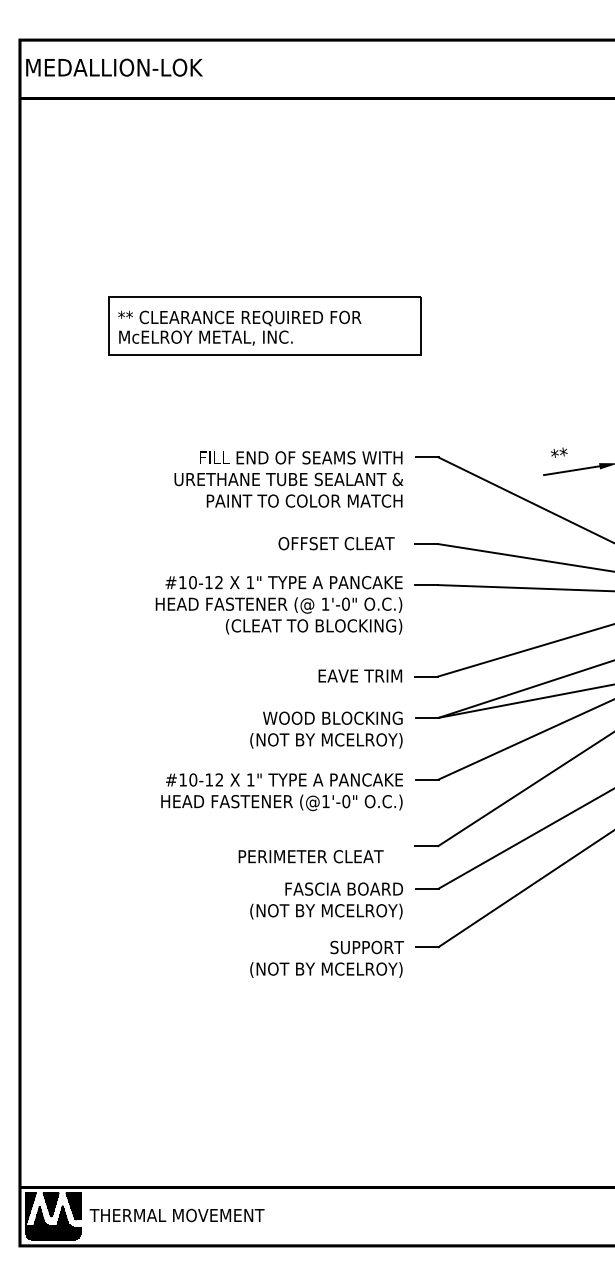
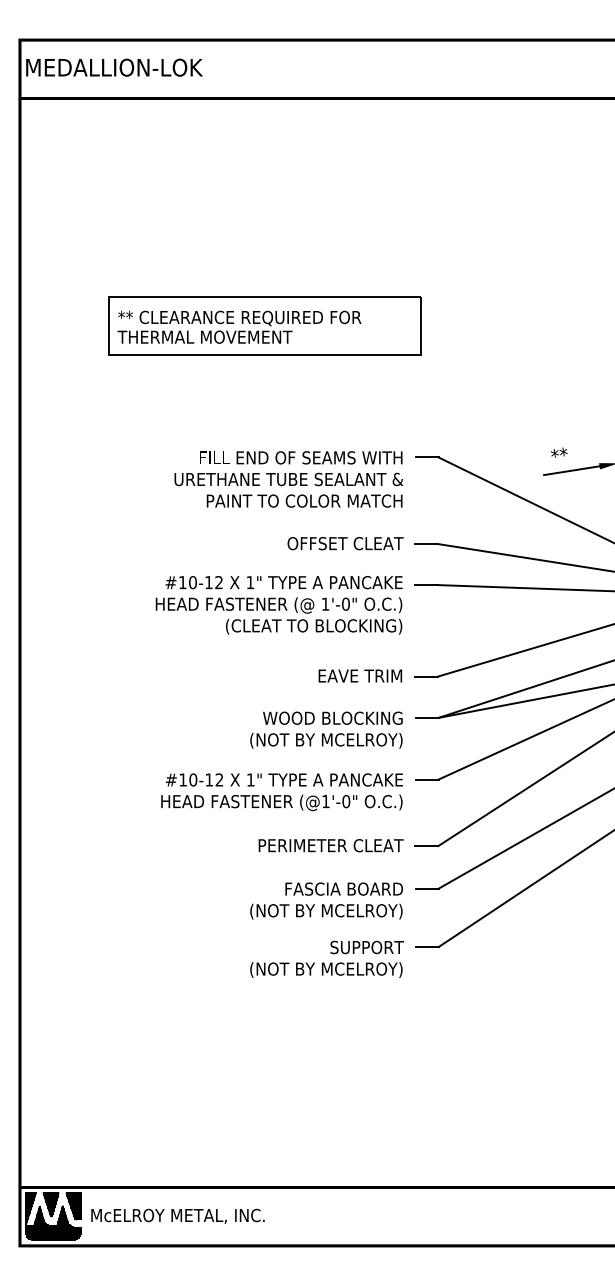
text at (204, 337): McELROY METAL, INC. -> THERMAL MOVEMENT
text at (336, 543) position: (336, 543) -> (345, 543)
text at (310, 856) position: (310, 856) -> (330, 845)
text at (176, 1215): THERMAL MOVEMENT -> McELROY METAL, INC.
